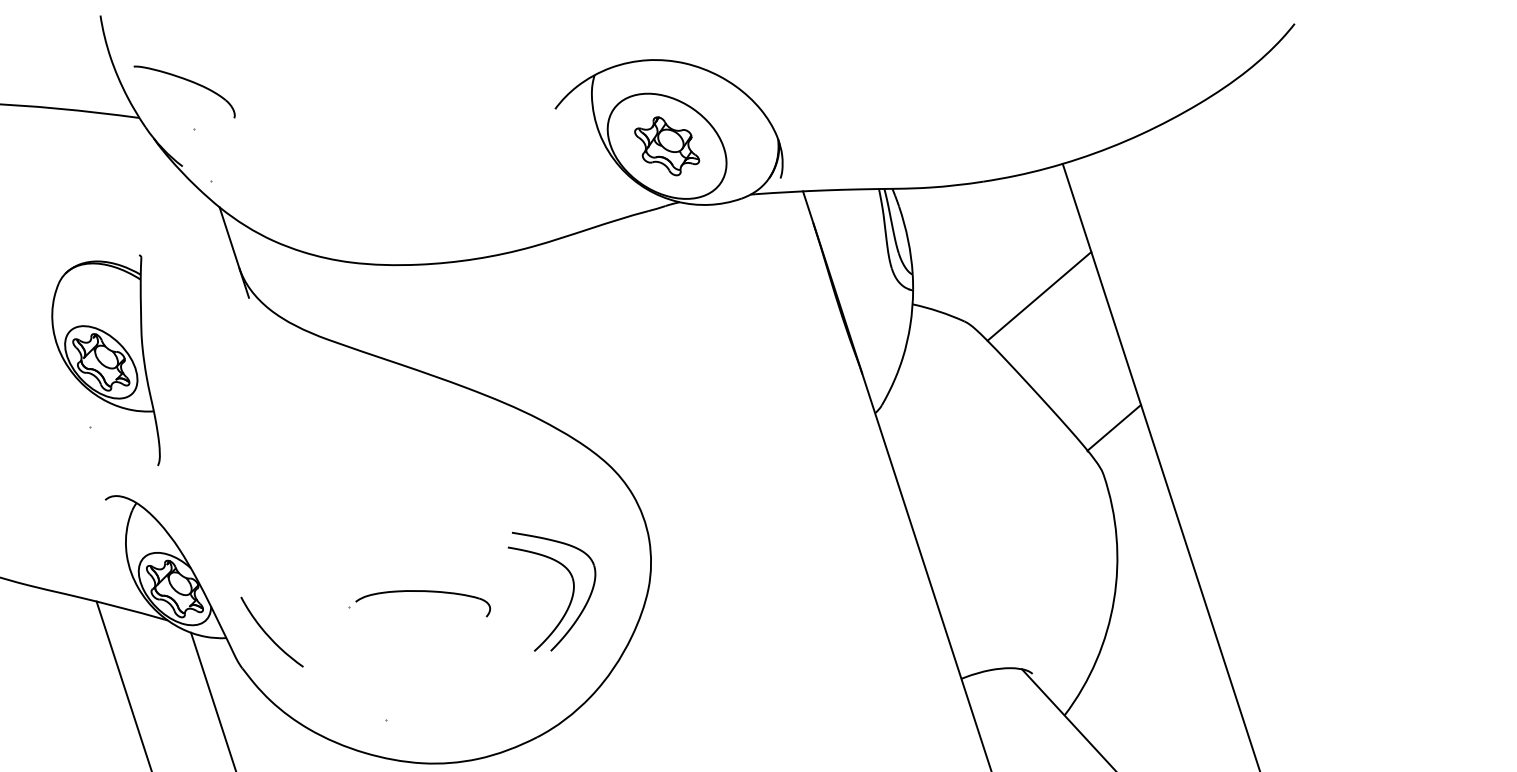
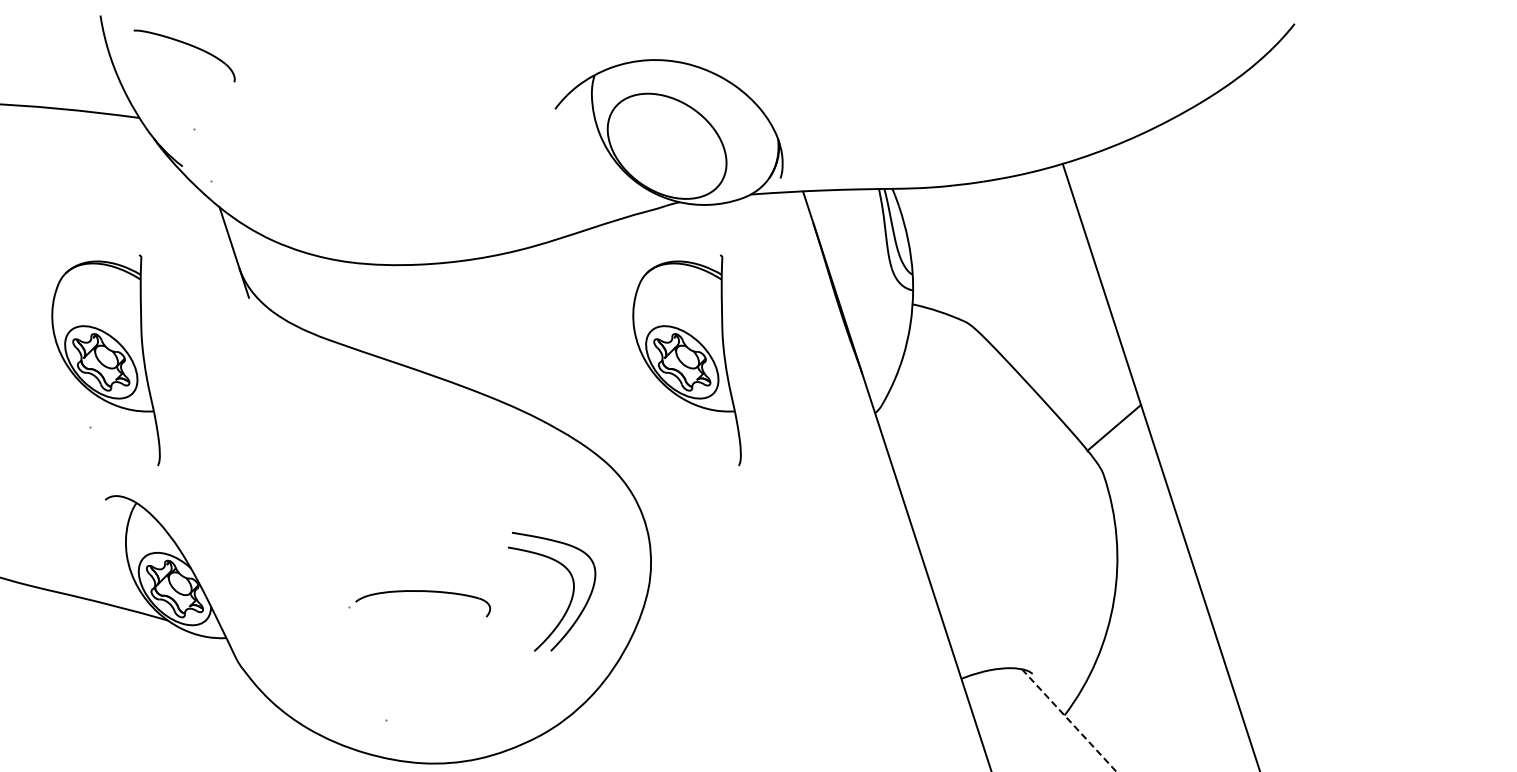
part at (188, 81) position: (188, 81) -> (188, 45)
part at (667, 146): present -> none
line at (1039, 296): present -> none
part at (686, 360): none -> present
part at (271, 631): present -> none
line at (123, 684): present -> none
line at (213, 700): present -> none
line at (1069, 720): solid -> dashed
